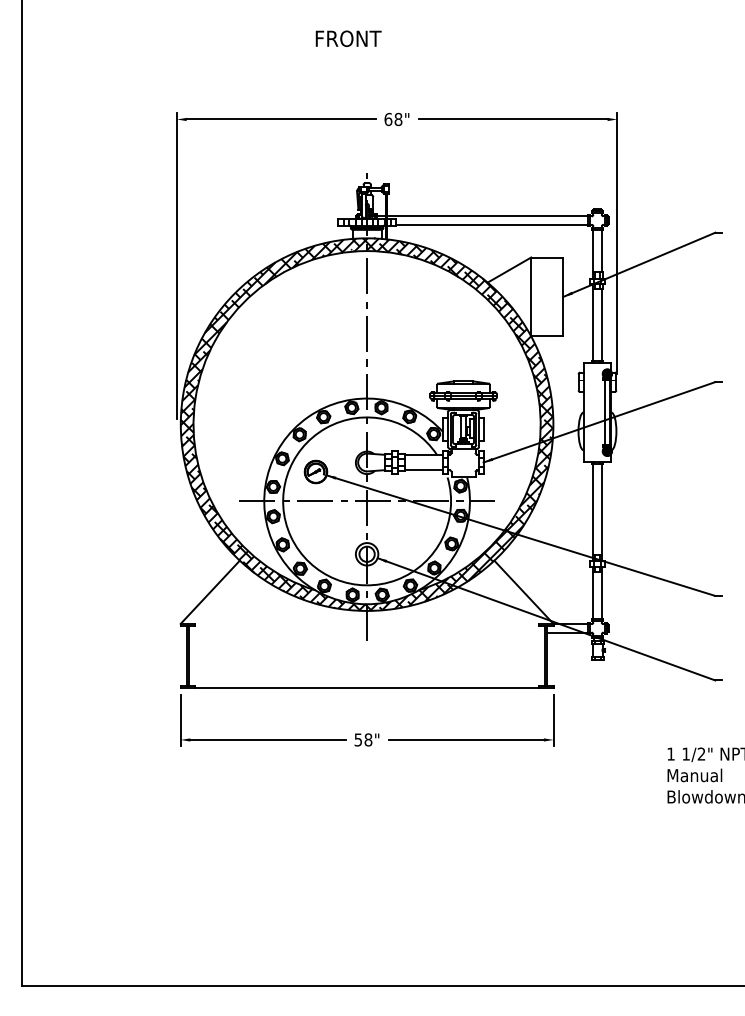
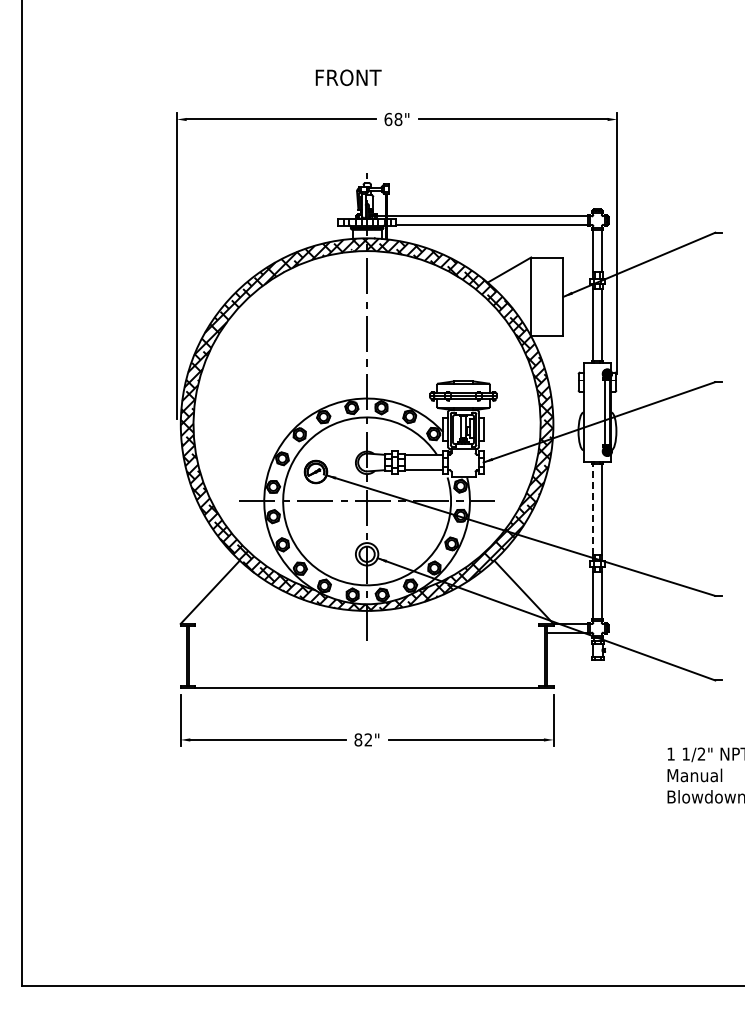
text at (348, 38) position: (348, 38) -> (348, 77)
line at (593, 508): solid -> dashed
text at (363, 739): 58" -> 82"
